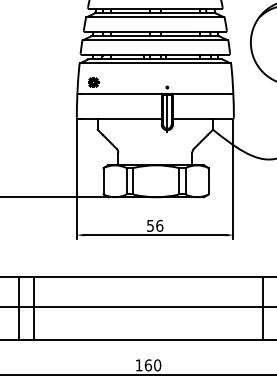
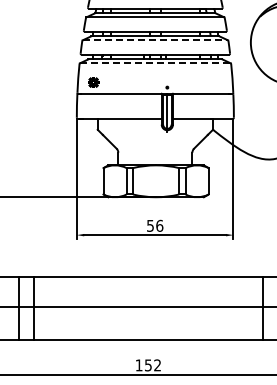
line at (155, 40): solid -> dashed
line at (155, 63): solid -> dashed
text at (152, 365): 160 -> 152
